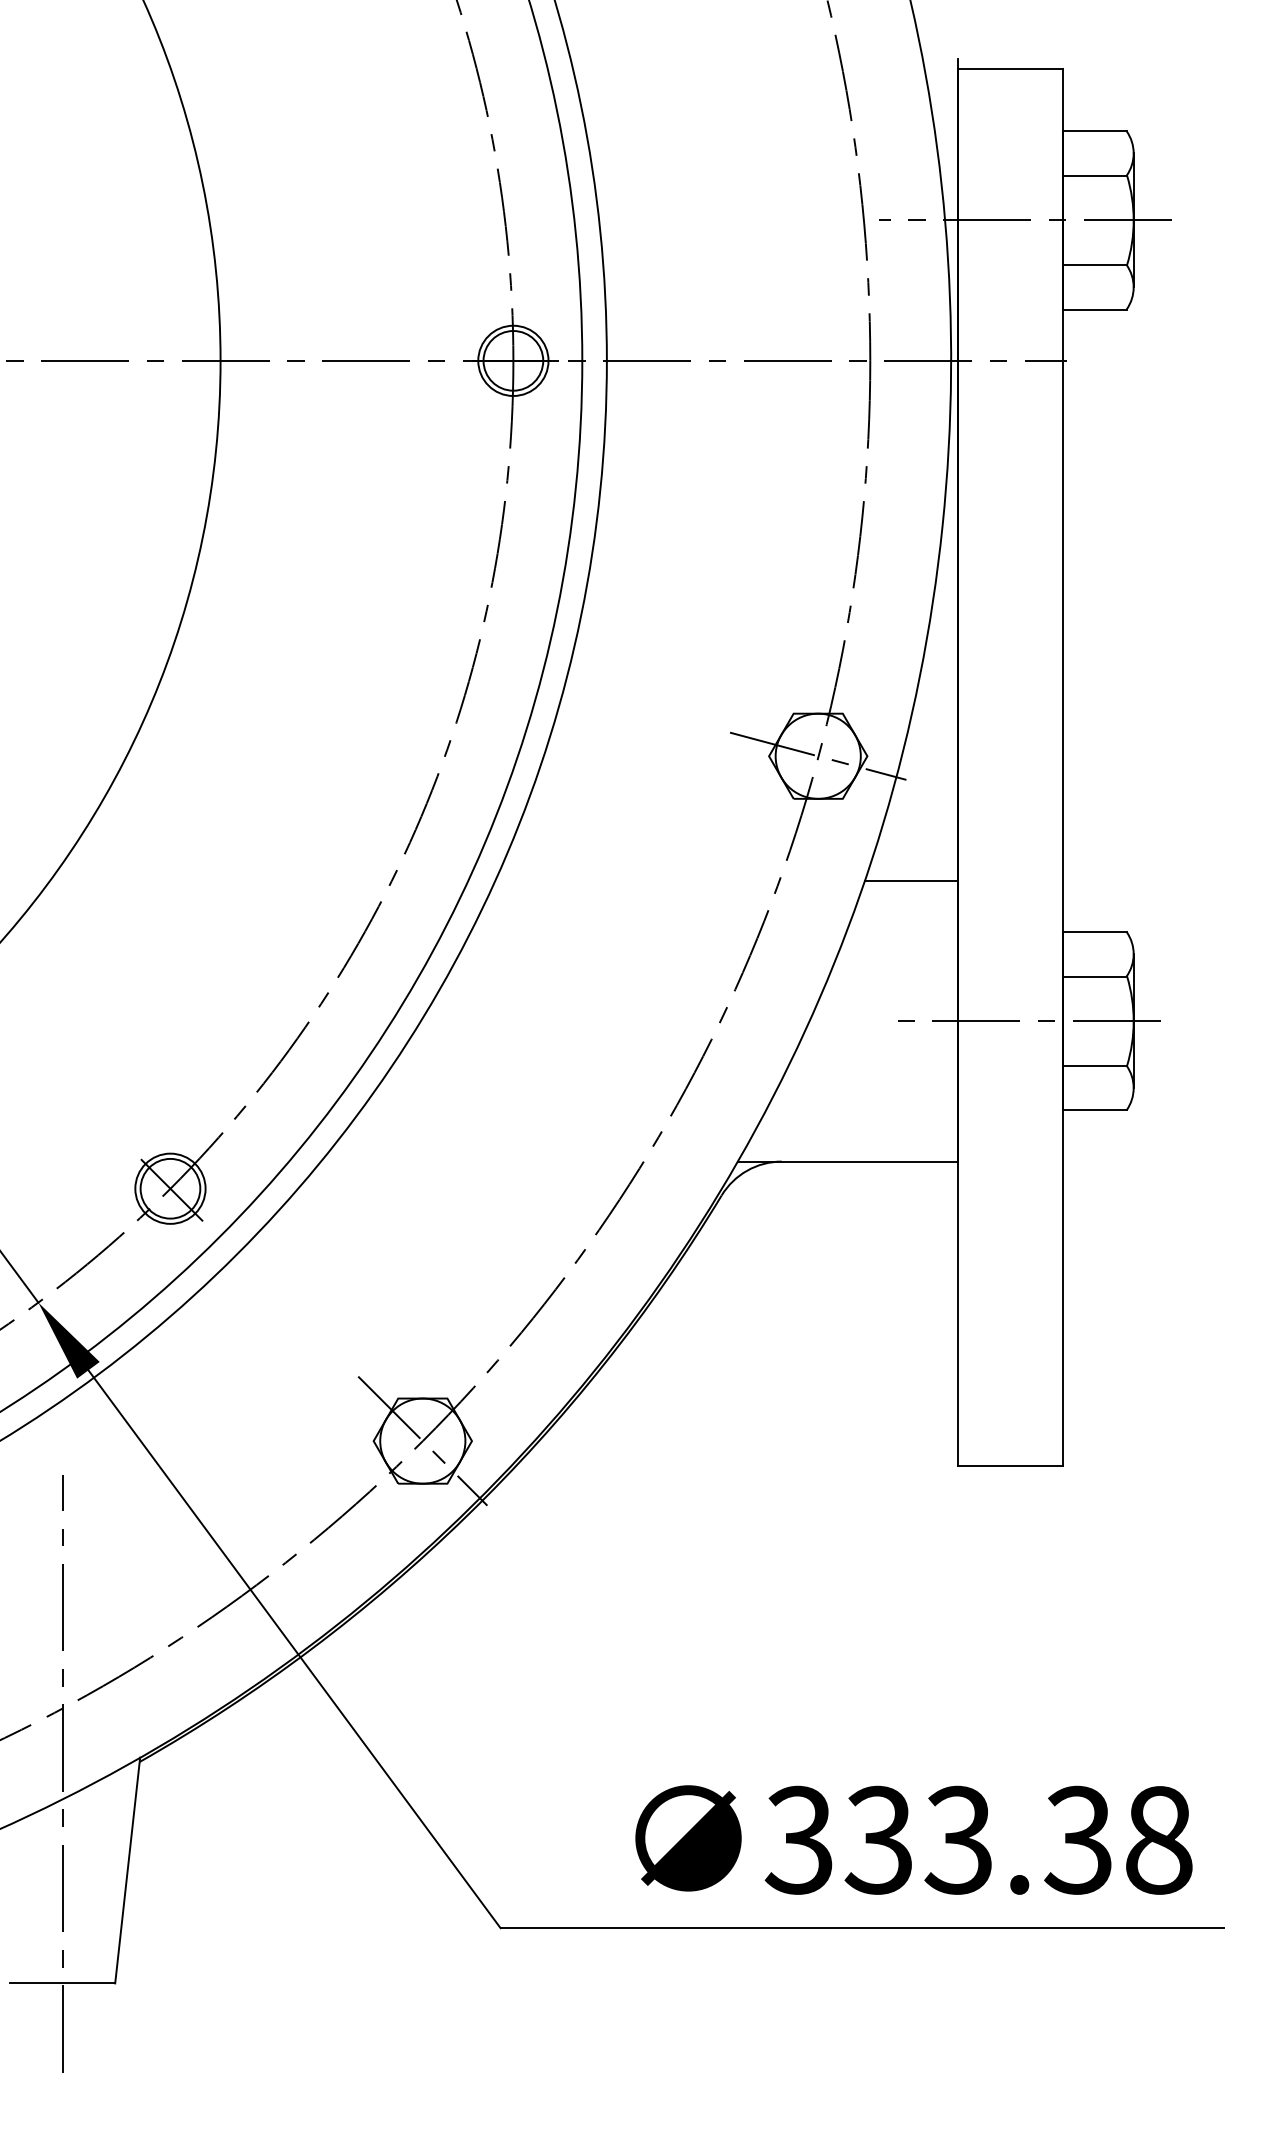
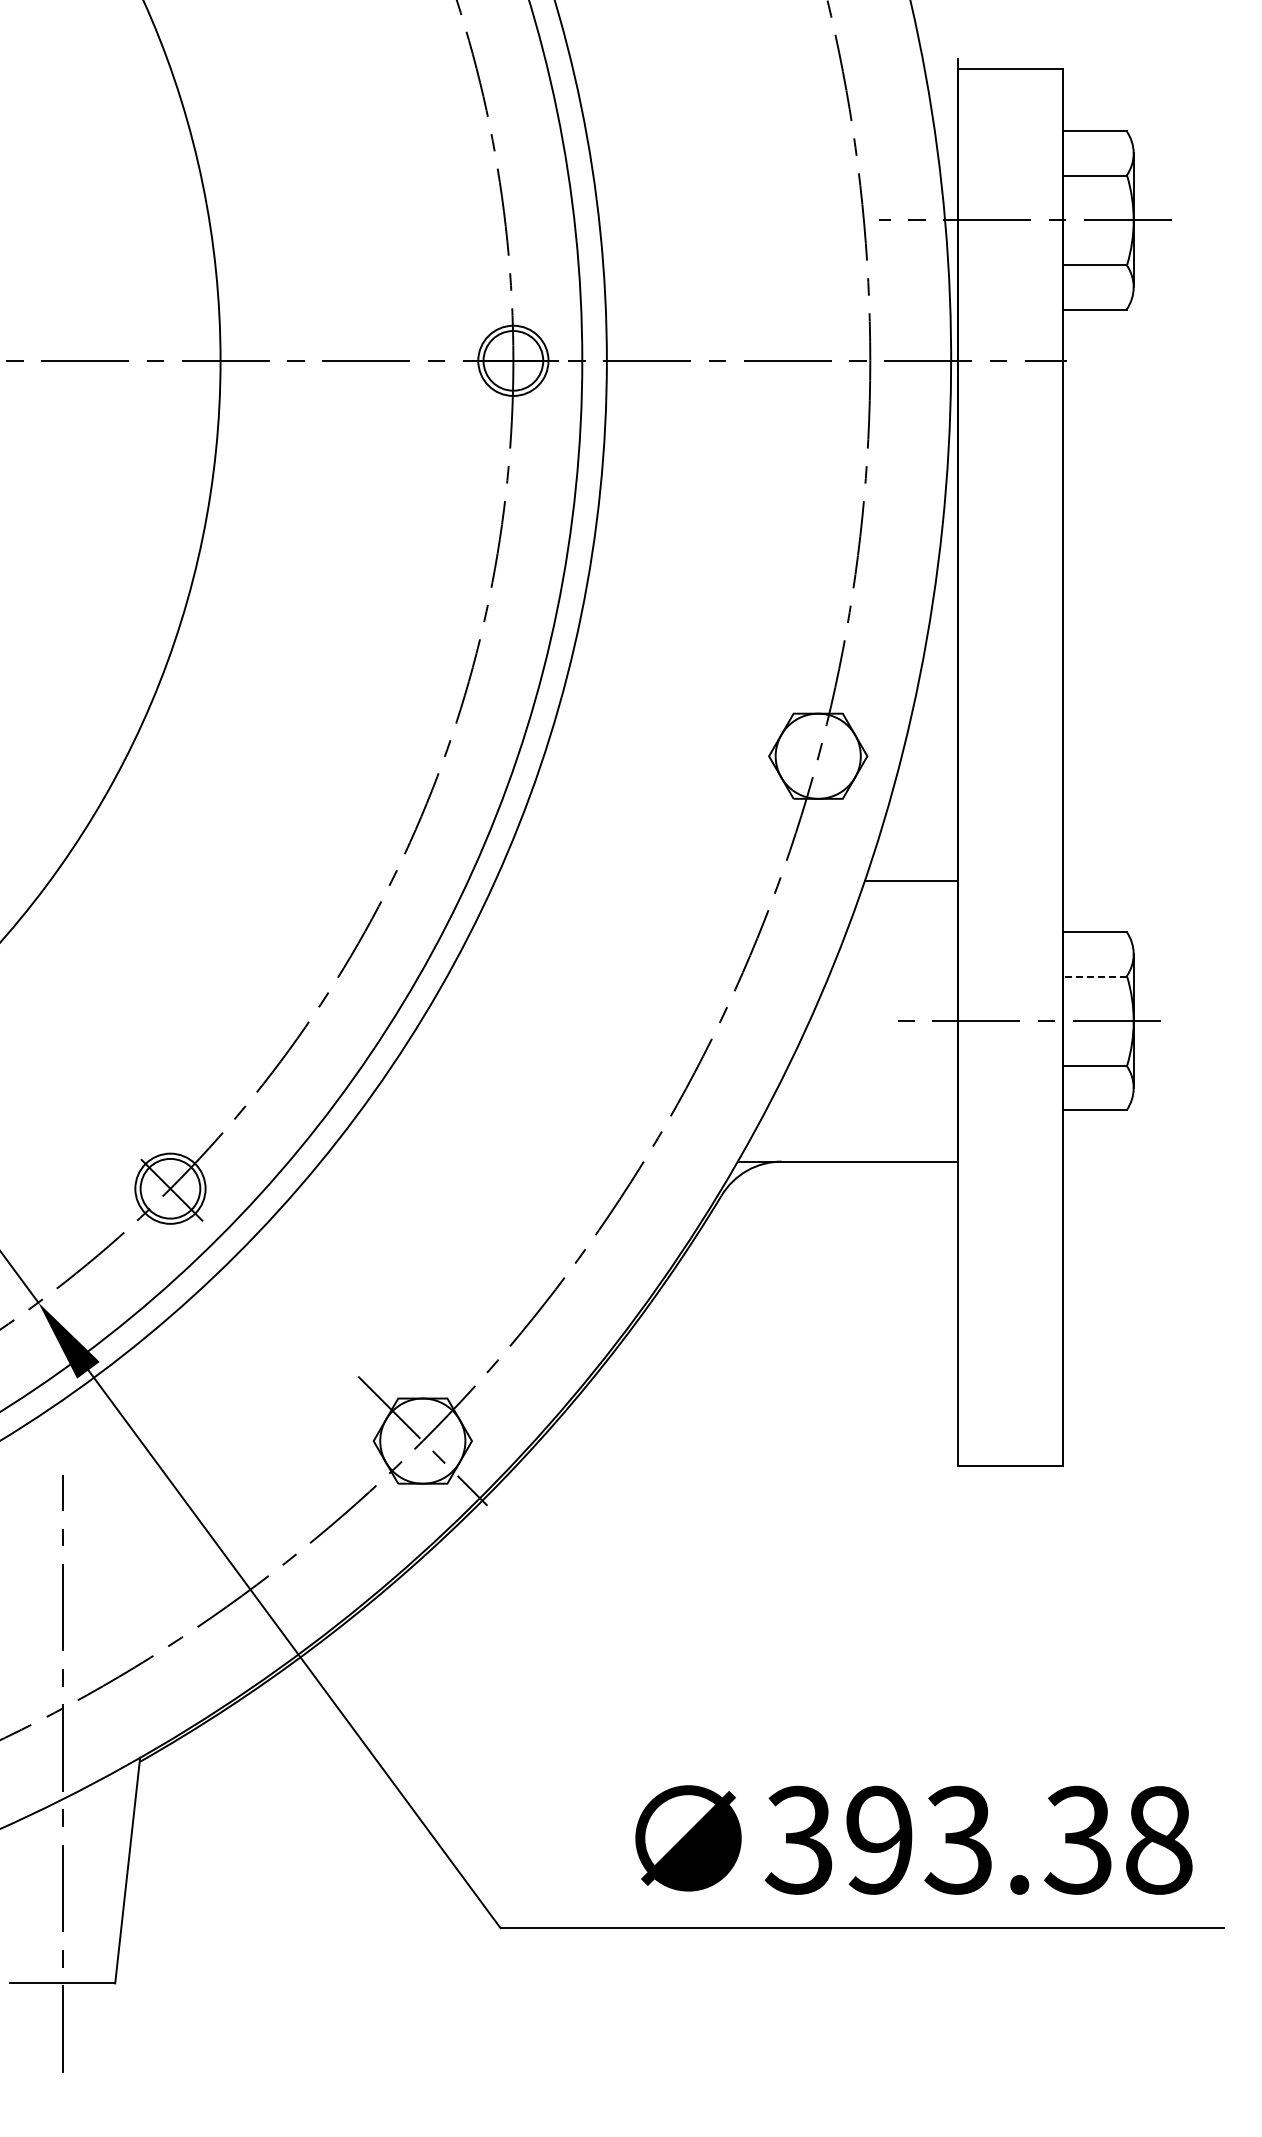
line at (818, 755): present -> none
line at (1095, 976): solid -> dashed
text at (878, 1839): 333.38 -> 393.38
